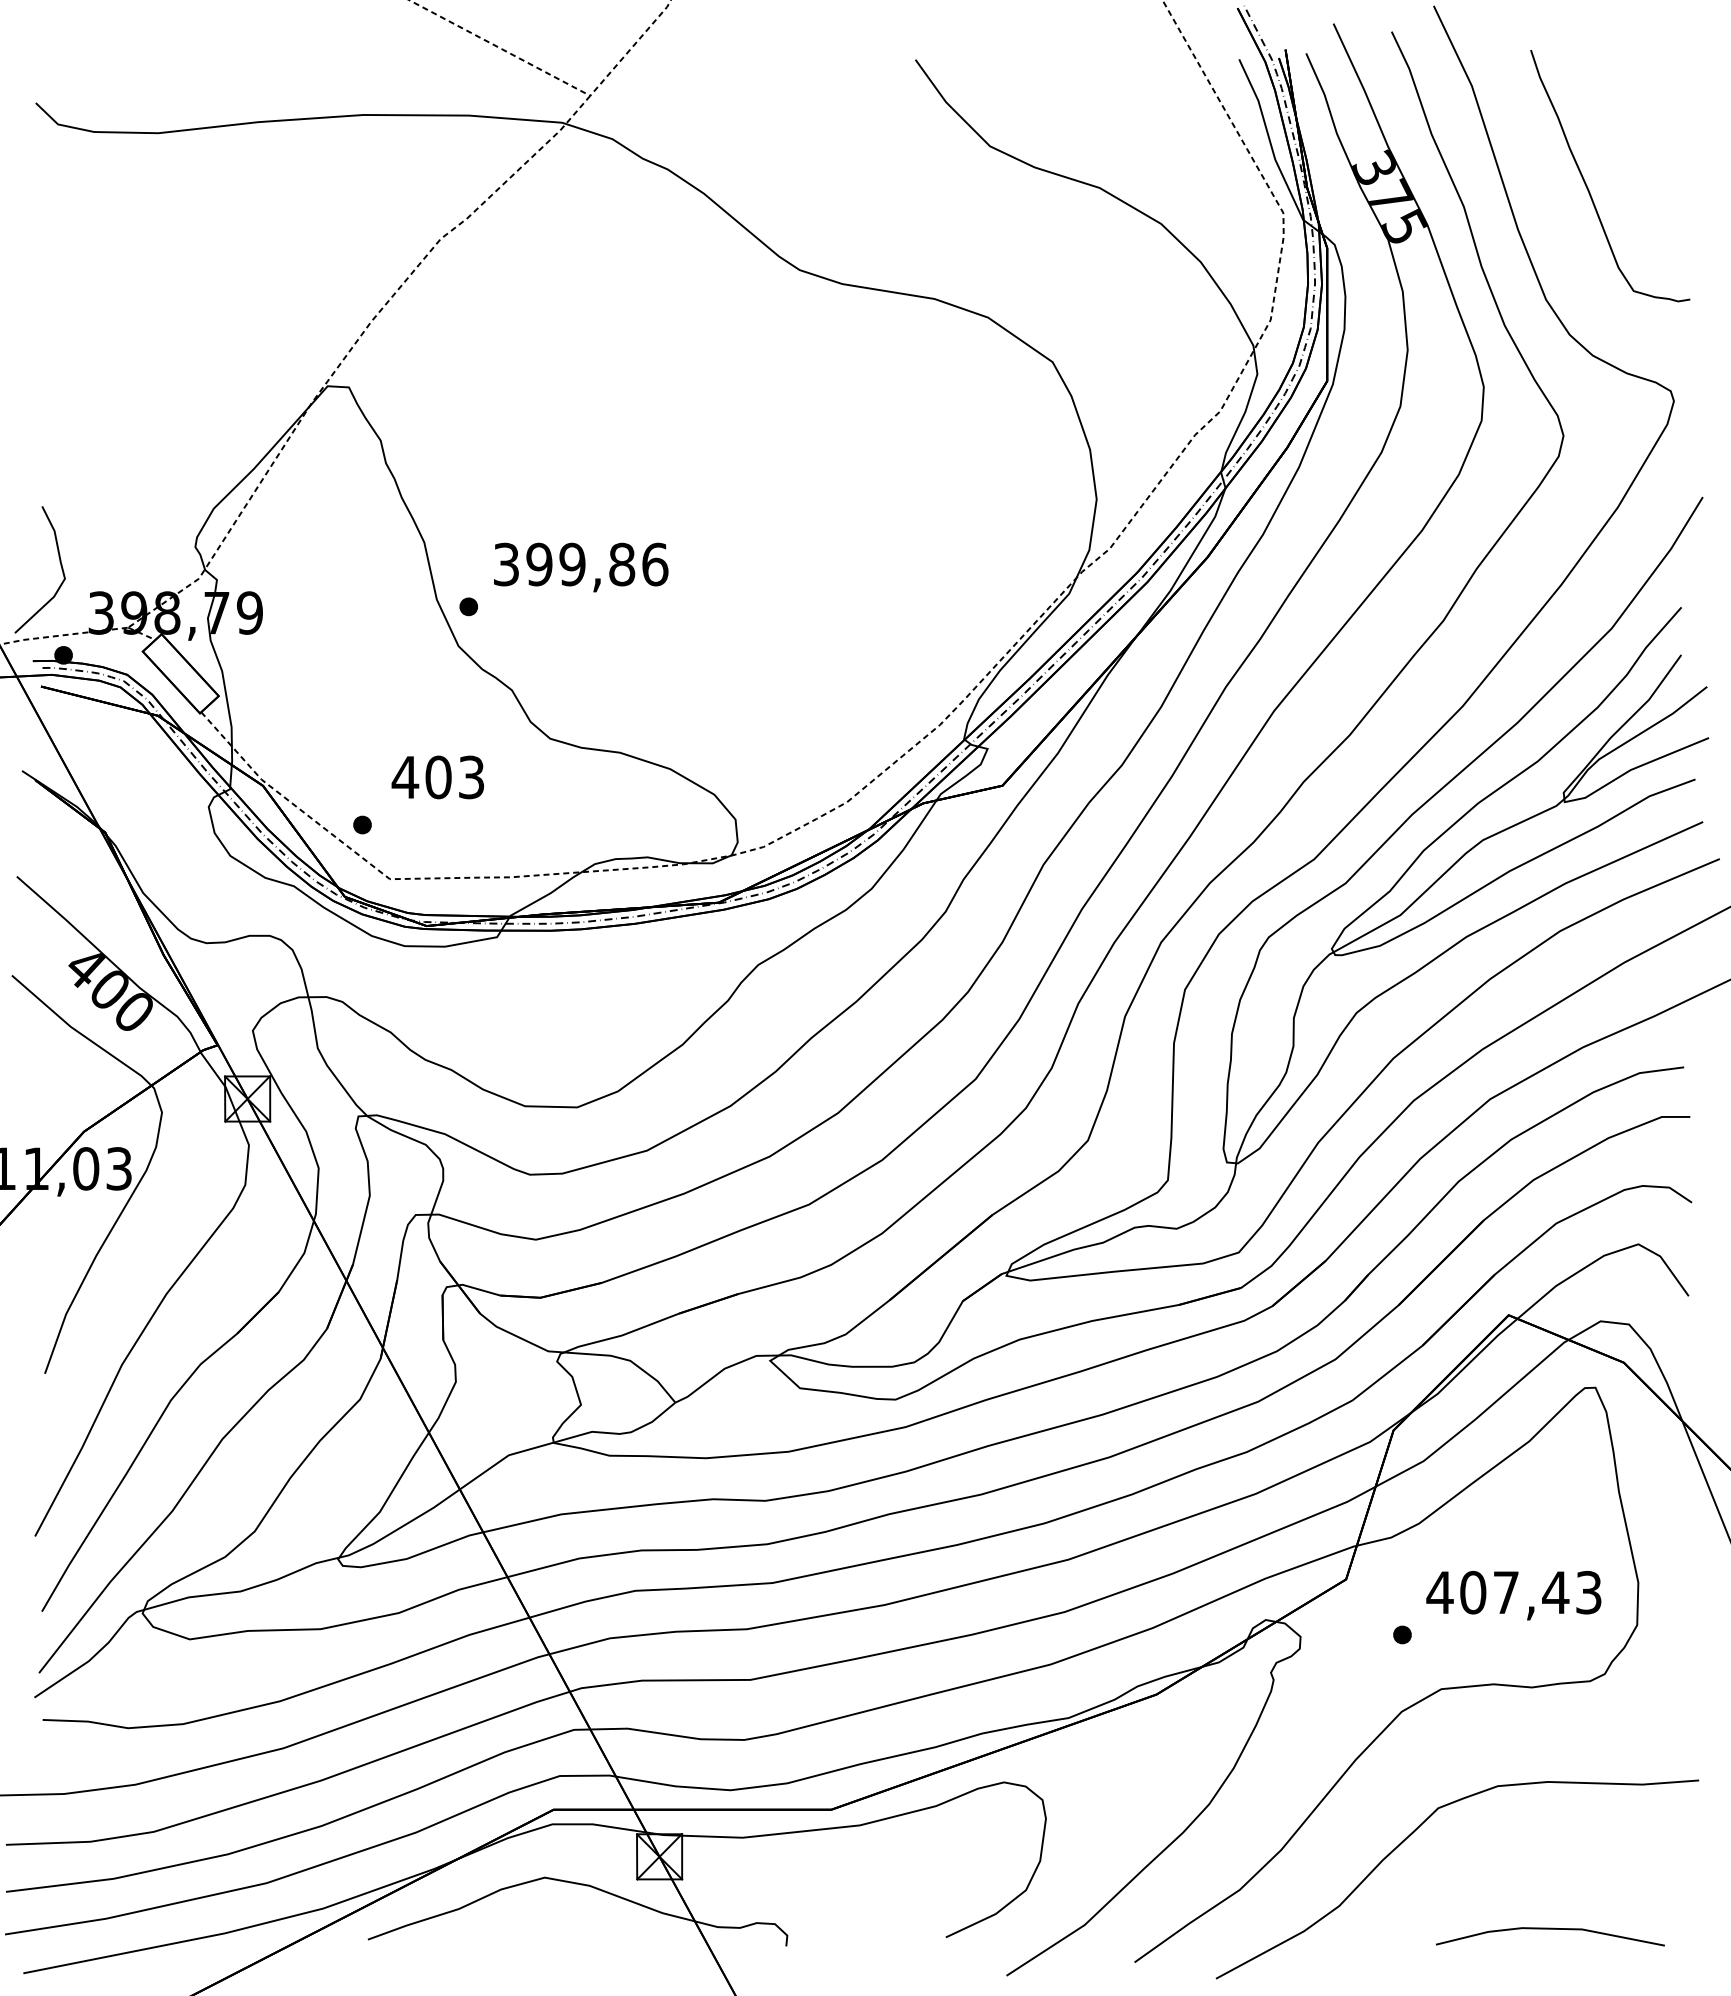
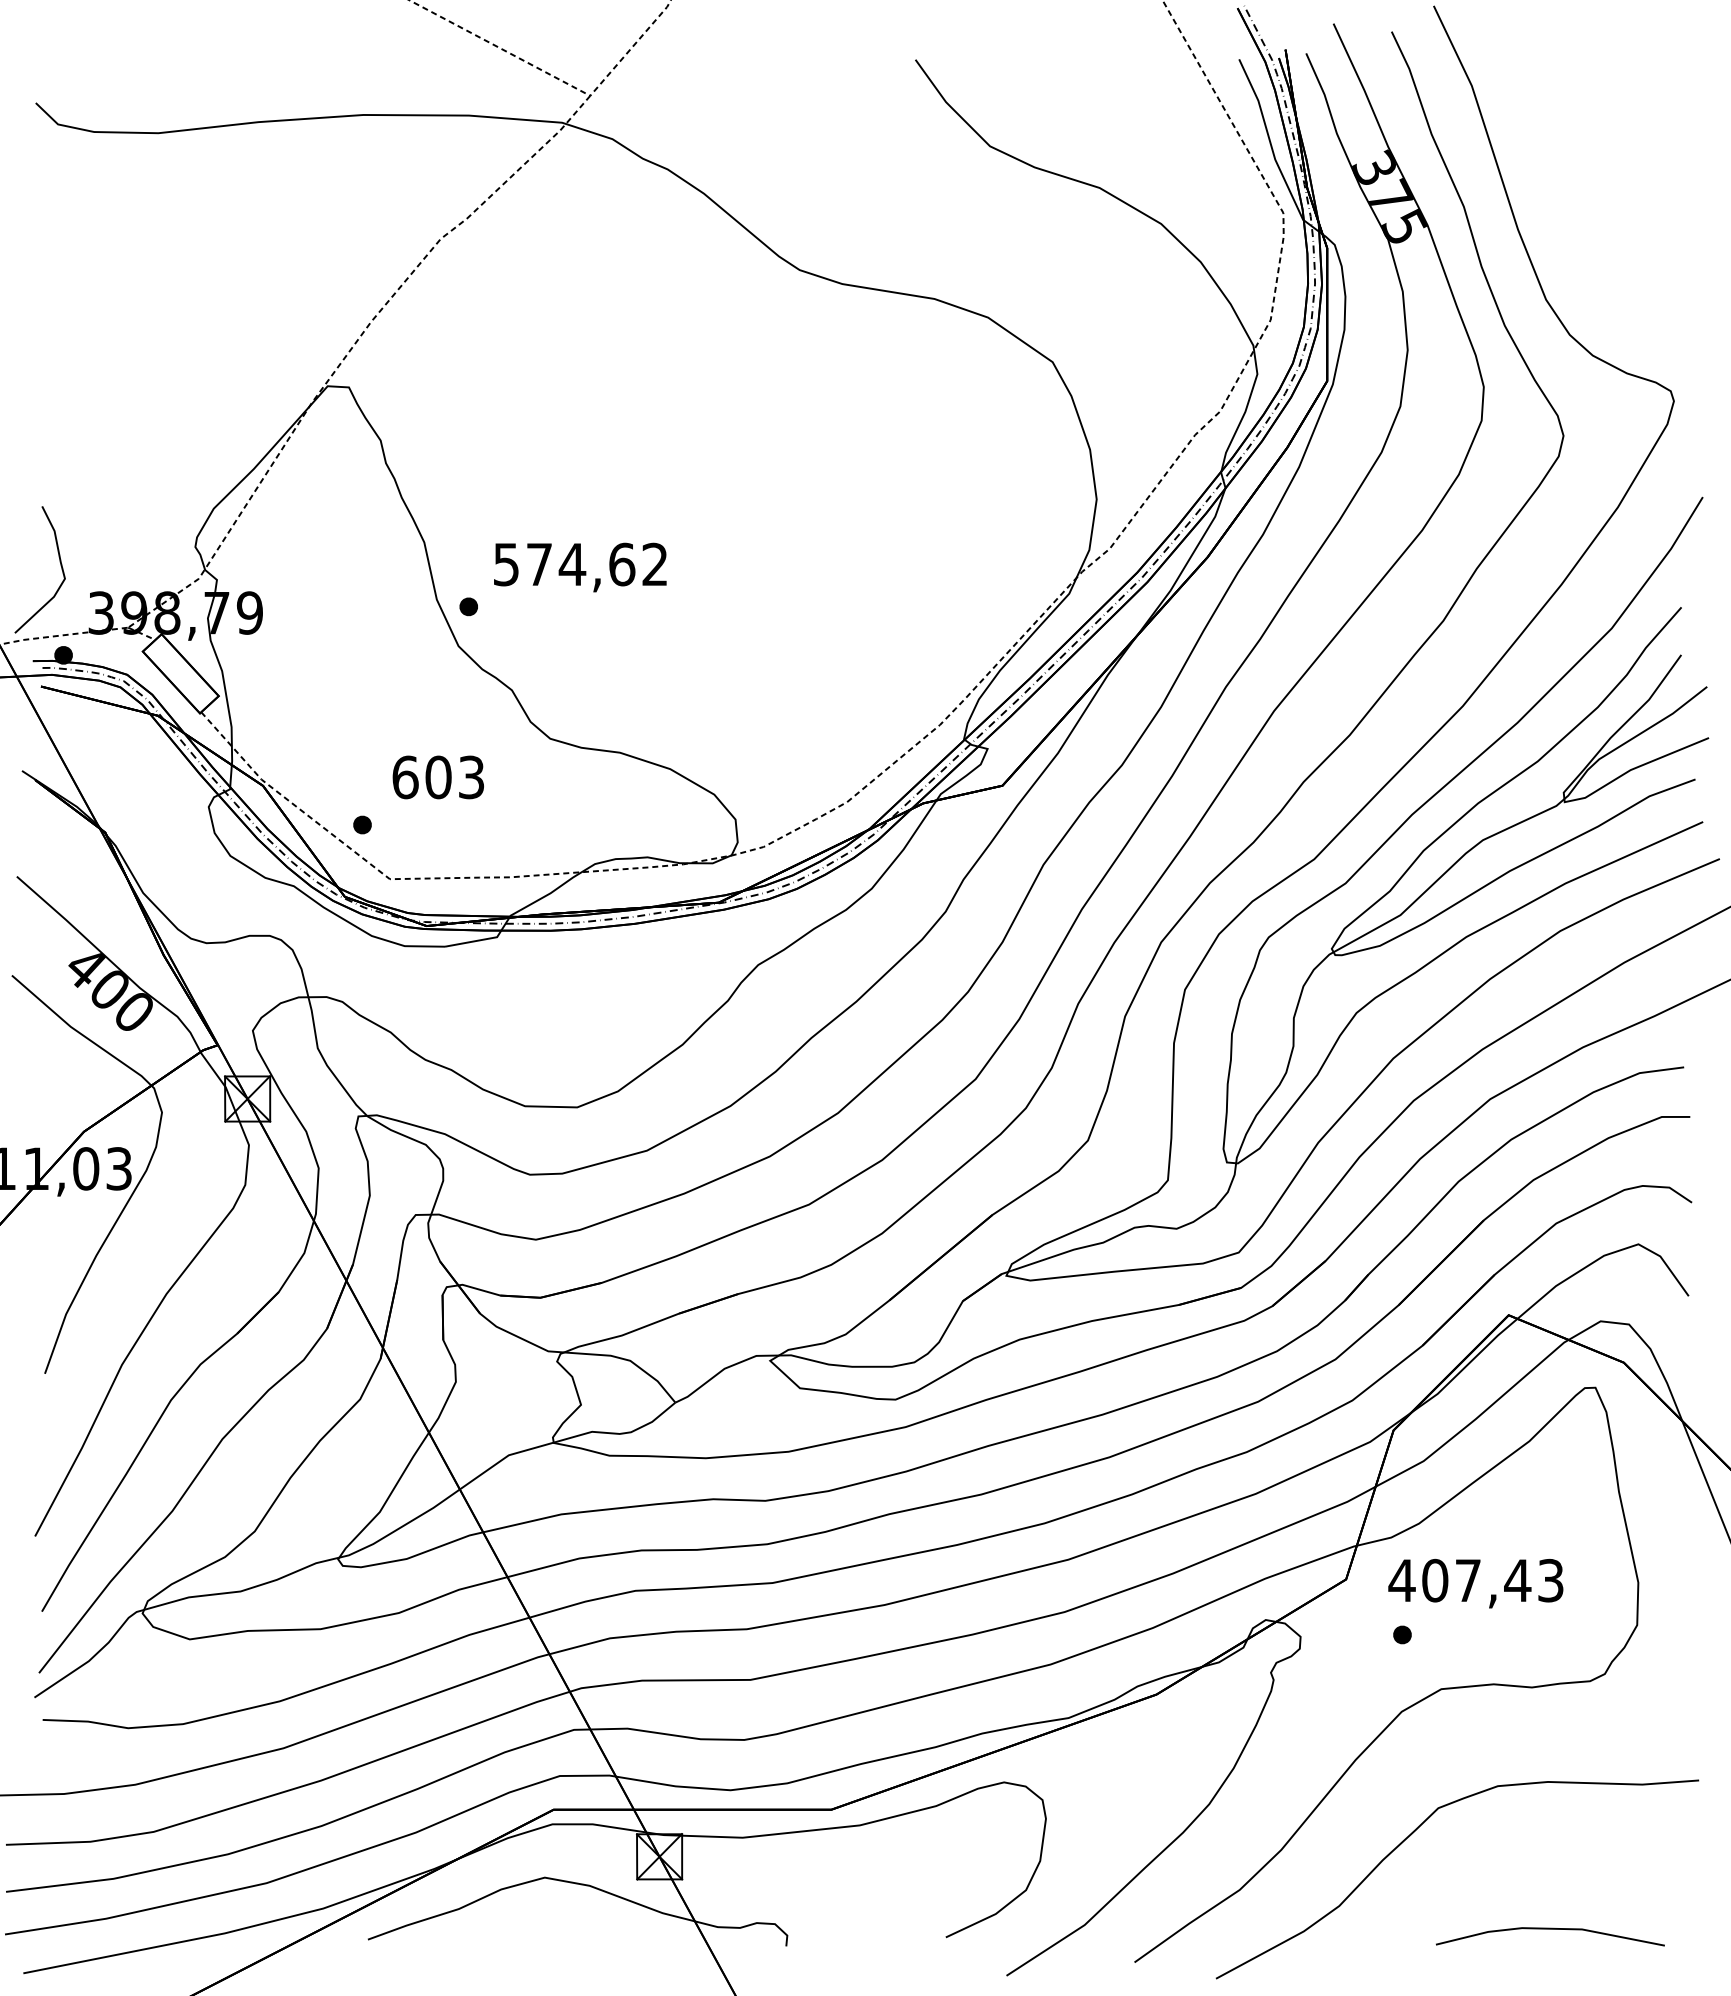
curve at (1588, 187): present -> none
text at (581, 564): 399,86 -> 574,62
text at (405, 777): 403 -> 603
text at (1513, 1595) position: (1513, 1595) -> (1475, 1583)
